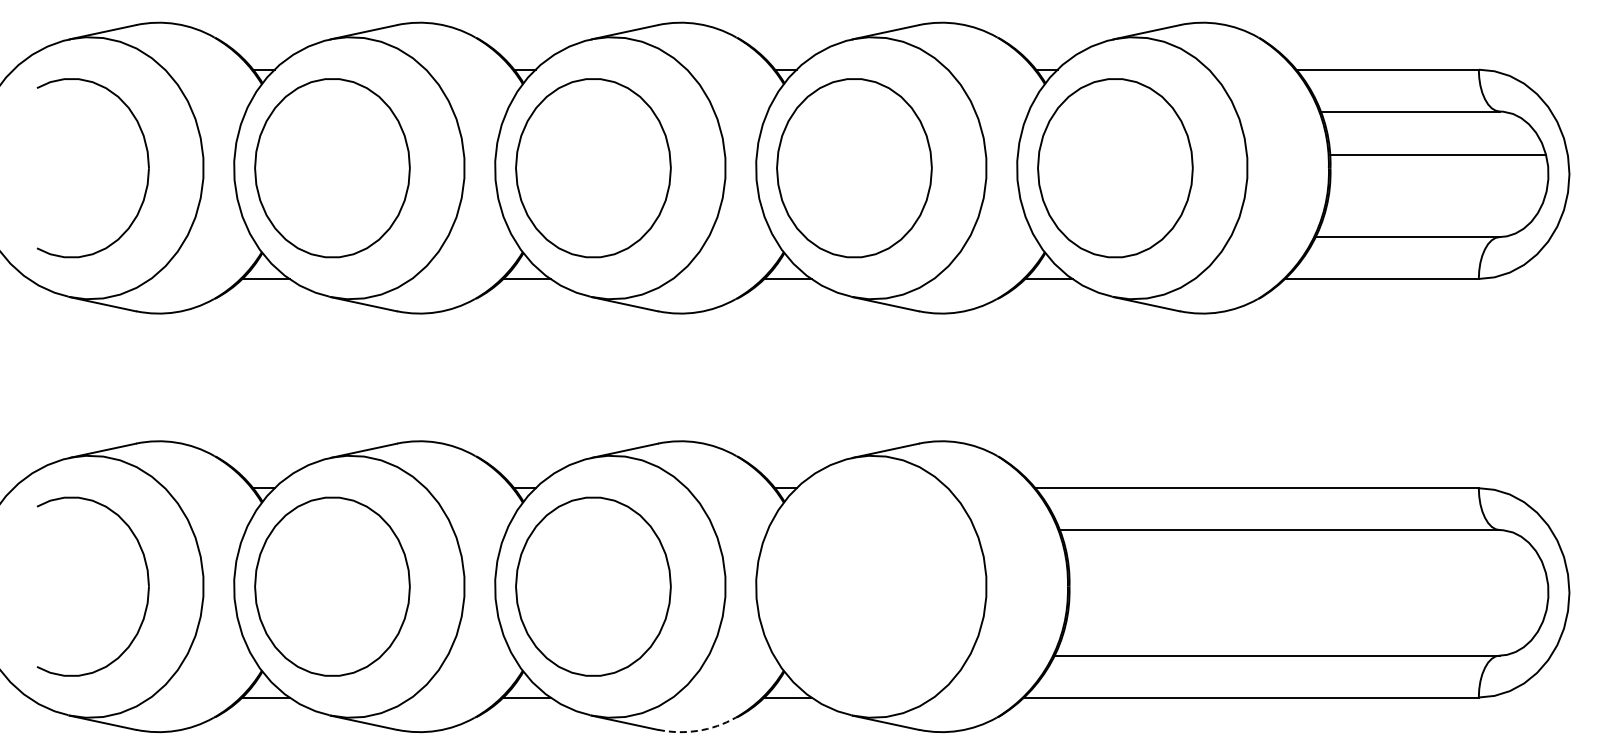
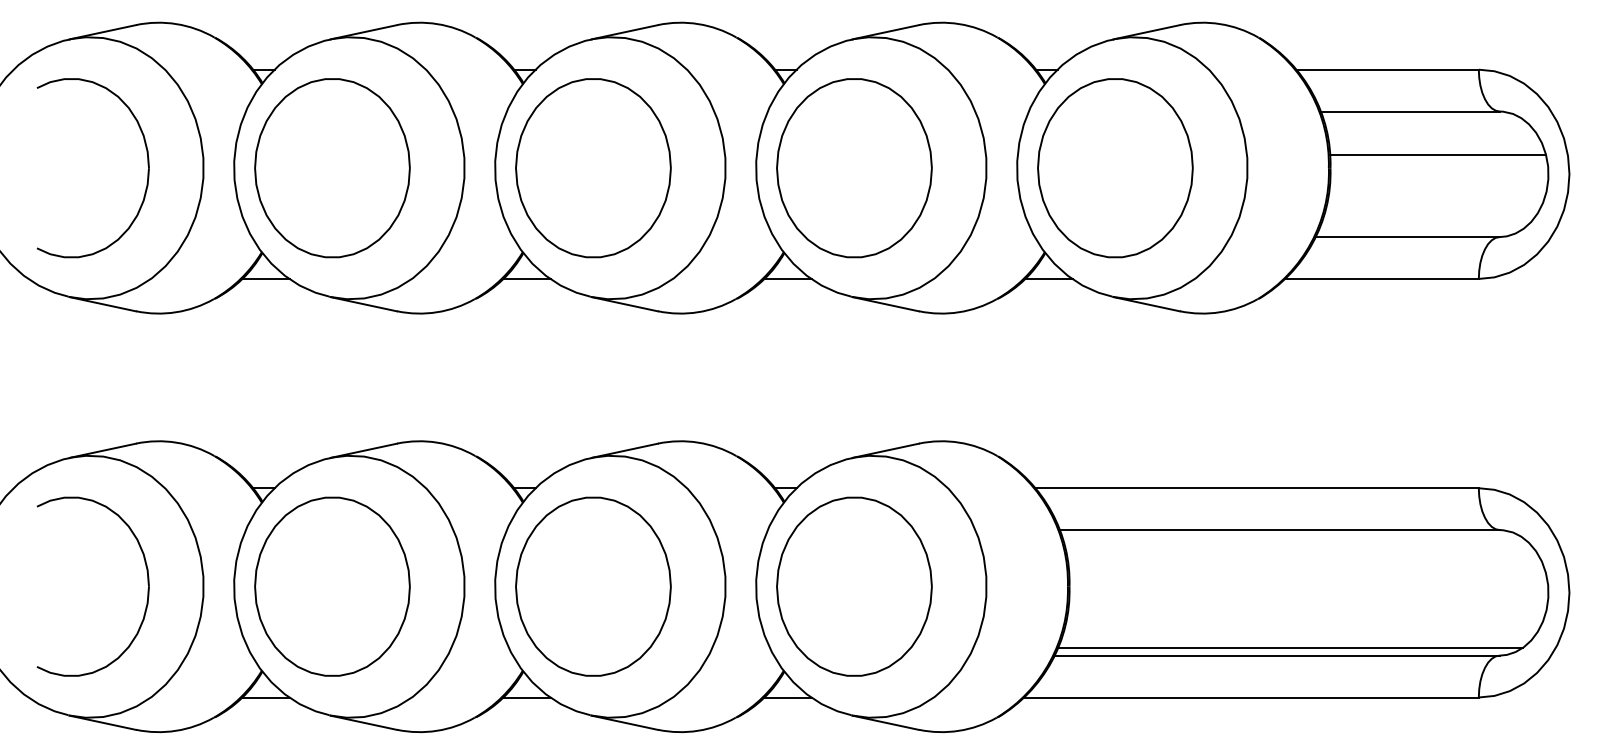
part at (854, 586): none -> present
line at (1290, 647): none -> present
arc at (697, 730): dashed -> solid
